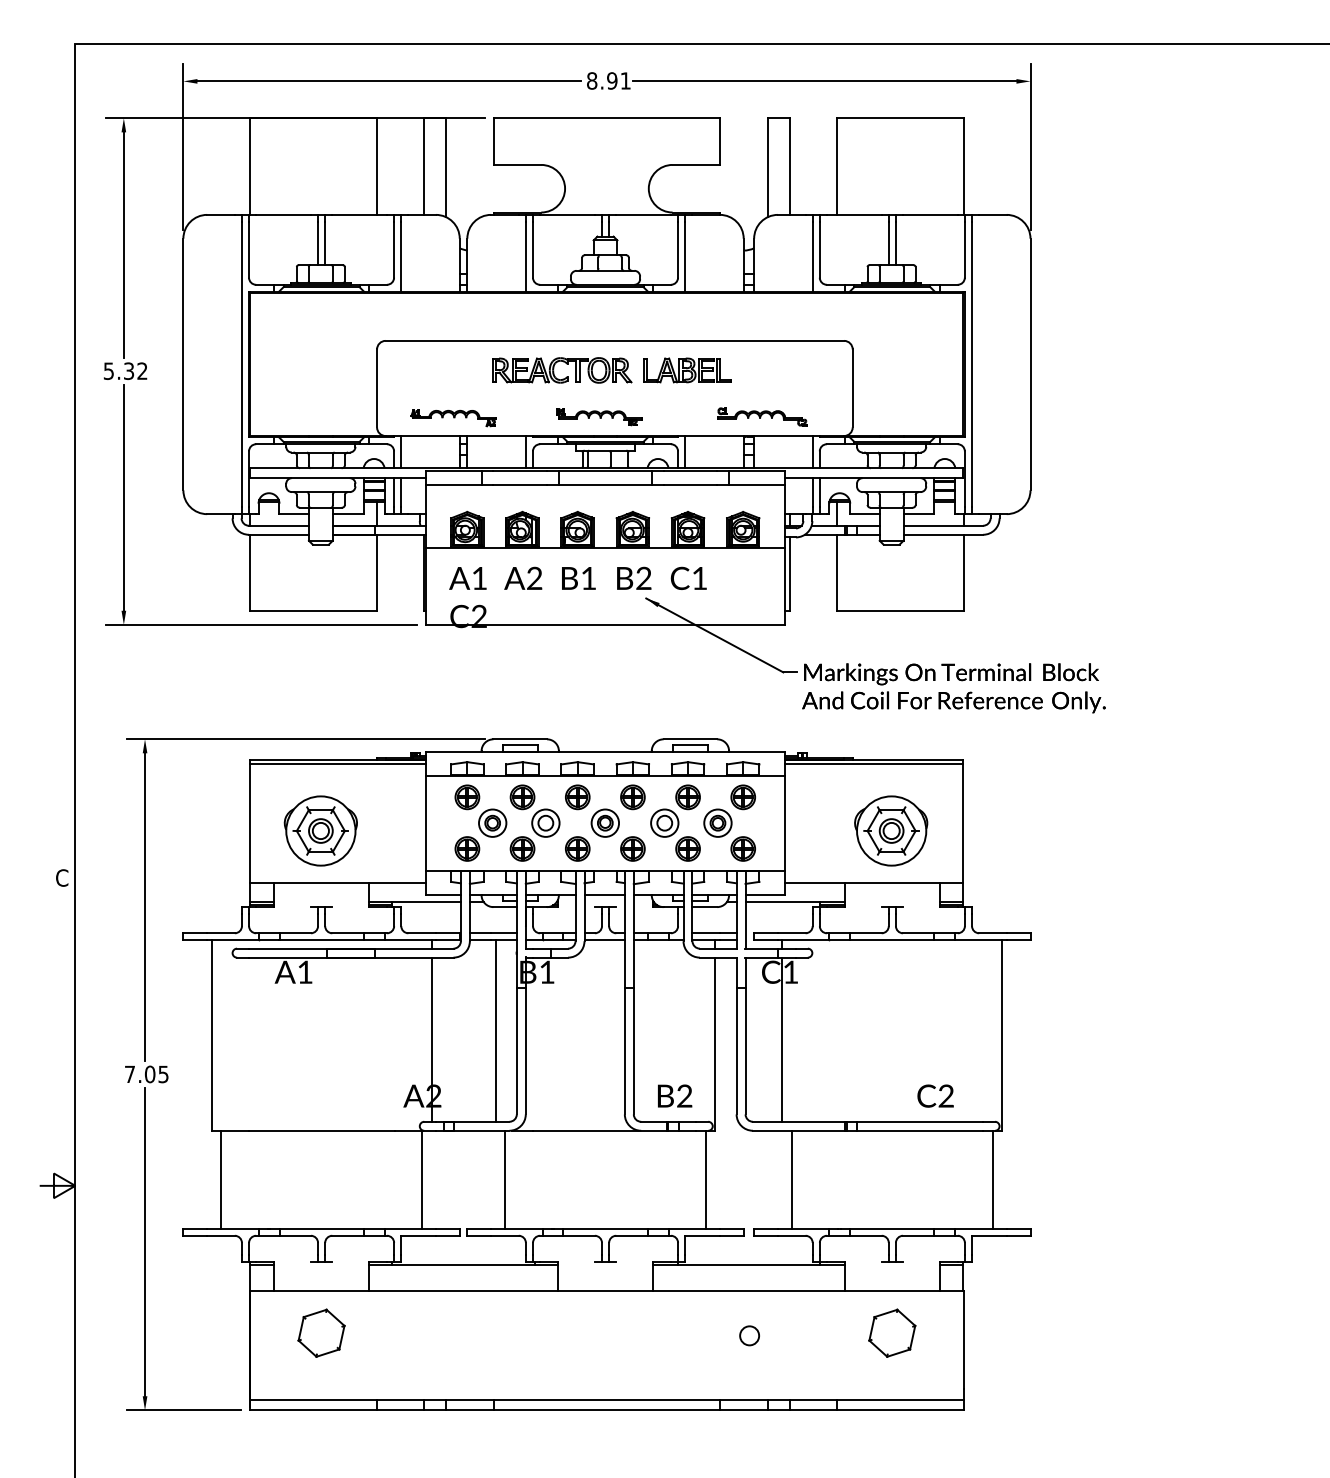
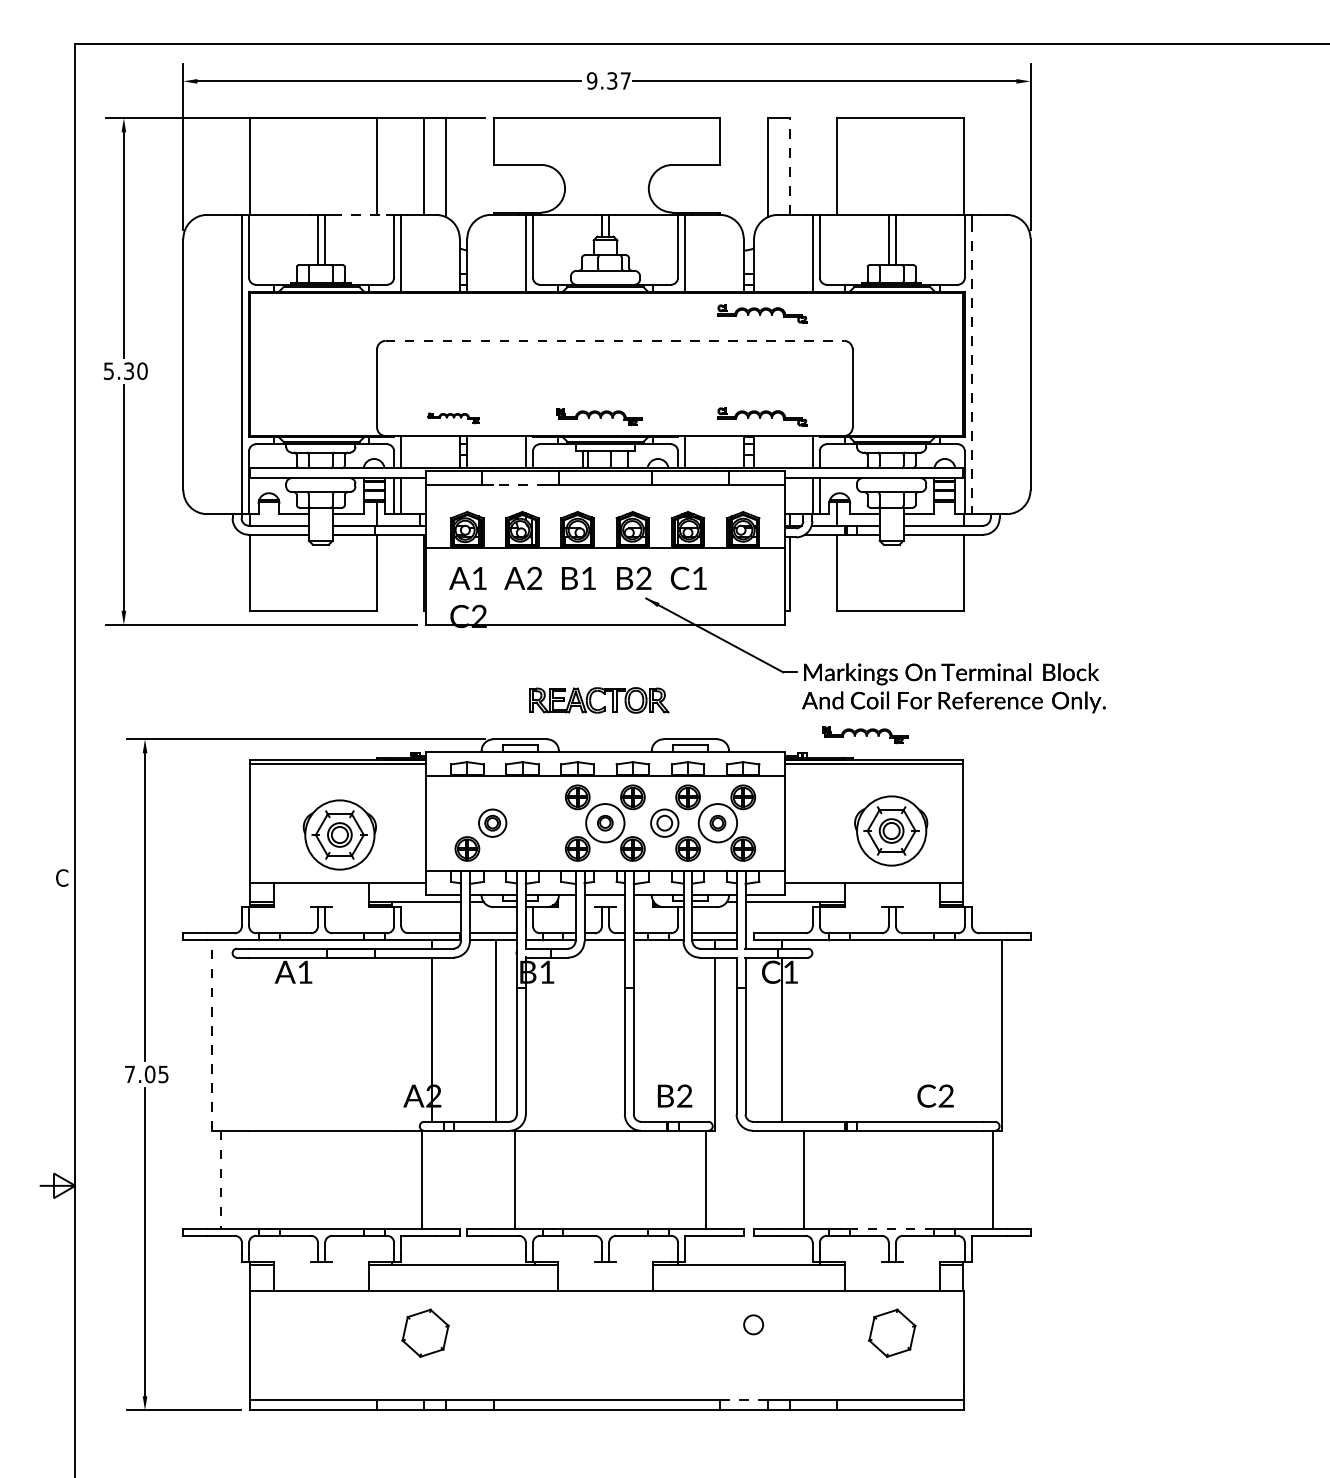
text at (608, 80): 8.91 -> 9.37
line at (789, 166): solid -> dashed
line at (360, 214): solid -> dashed
part at (762, 313): none -> present
line at (615, 340): solid -> dashed
part at (566, 364) position: (566, 364) -> (603, 694)
line at (971, 365): solid -> dashed
text at (142, 370): 5.32 -> 5.30
part at (687, 370): present -> none
part at (453, 418) size: 87x19 px -> 53x13 px
line at (520, 484): solid -> dashed
part at (865, 735): none -> present
part at (467, 797): present -> none
part at (534, 822): present -> none
circle at (605, 822) diameter: 27 px -> 38 px
circle at (717, 822) diameter: 27 px -> 38 px
part at (320, 830) position: (320, 830) -> (339, 834)
line at (211, 1035): solid -> dashed
line at (220, 1179): solid -> dashed
line at (504, 1179) position: (504, 1179) -> (514, 1179)
line at (791, 1179) position: (791, 1179) -> (803, 1179)
line at (891, 1228): solid -> dashed
part at (321, 1332) position: (321, 1332) -> (425, 1332)
circle at (749, 1335) position: (749, 1335) -> (753, 1324)
line at (743, 1399): solid -> dashed
